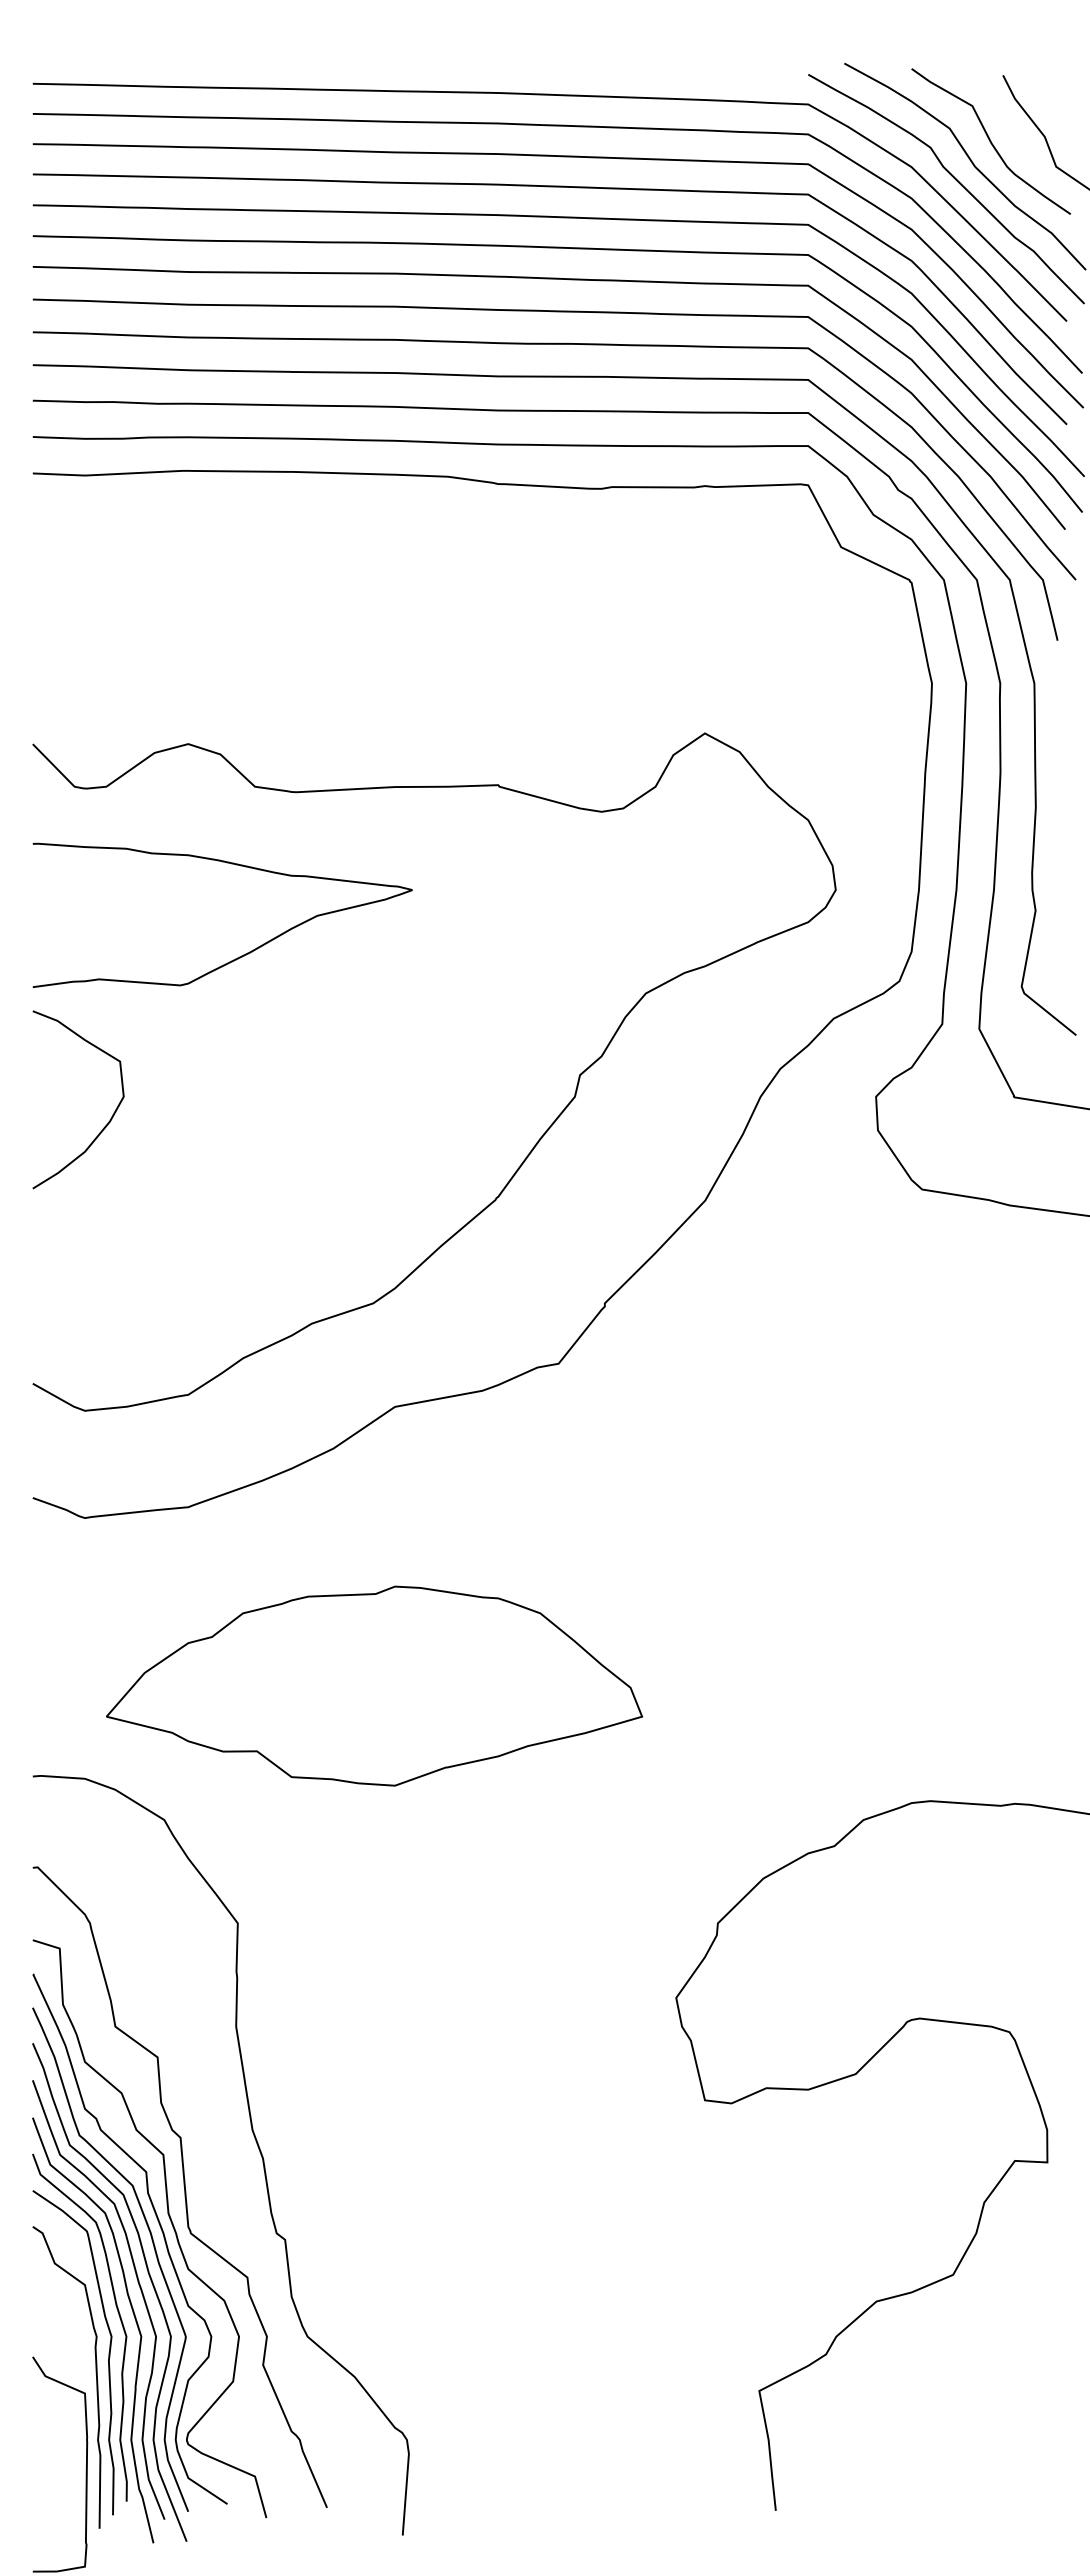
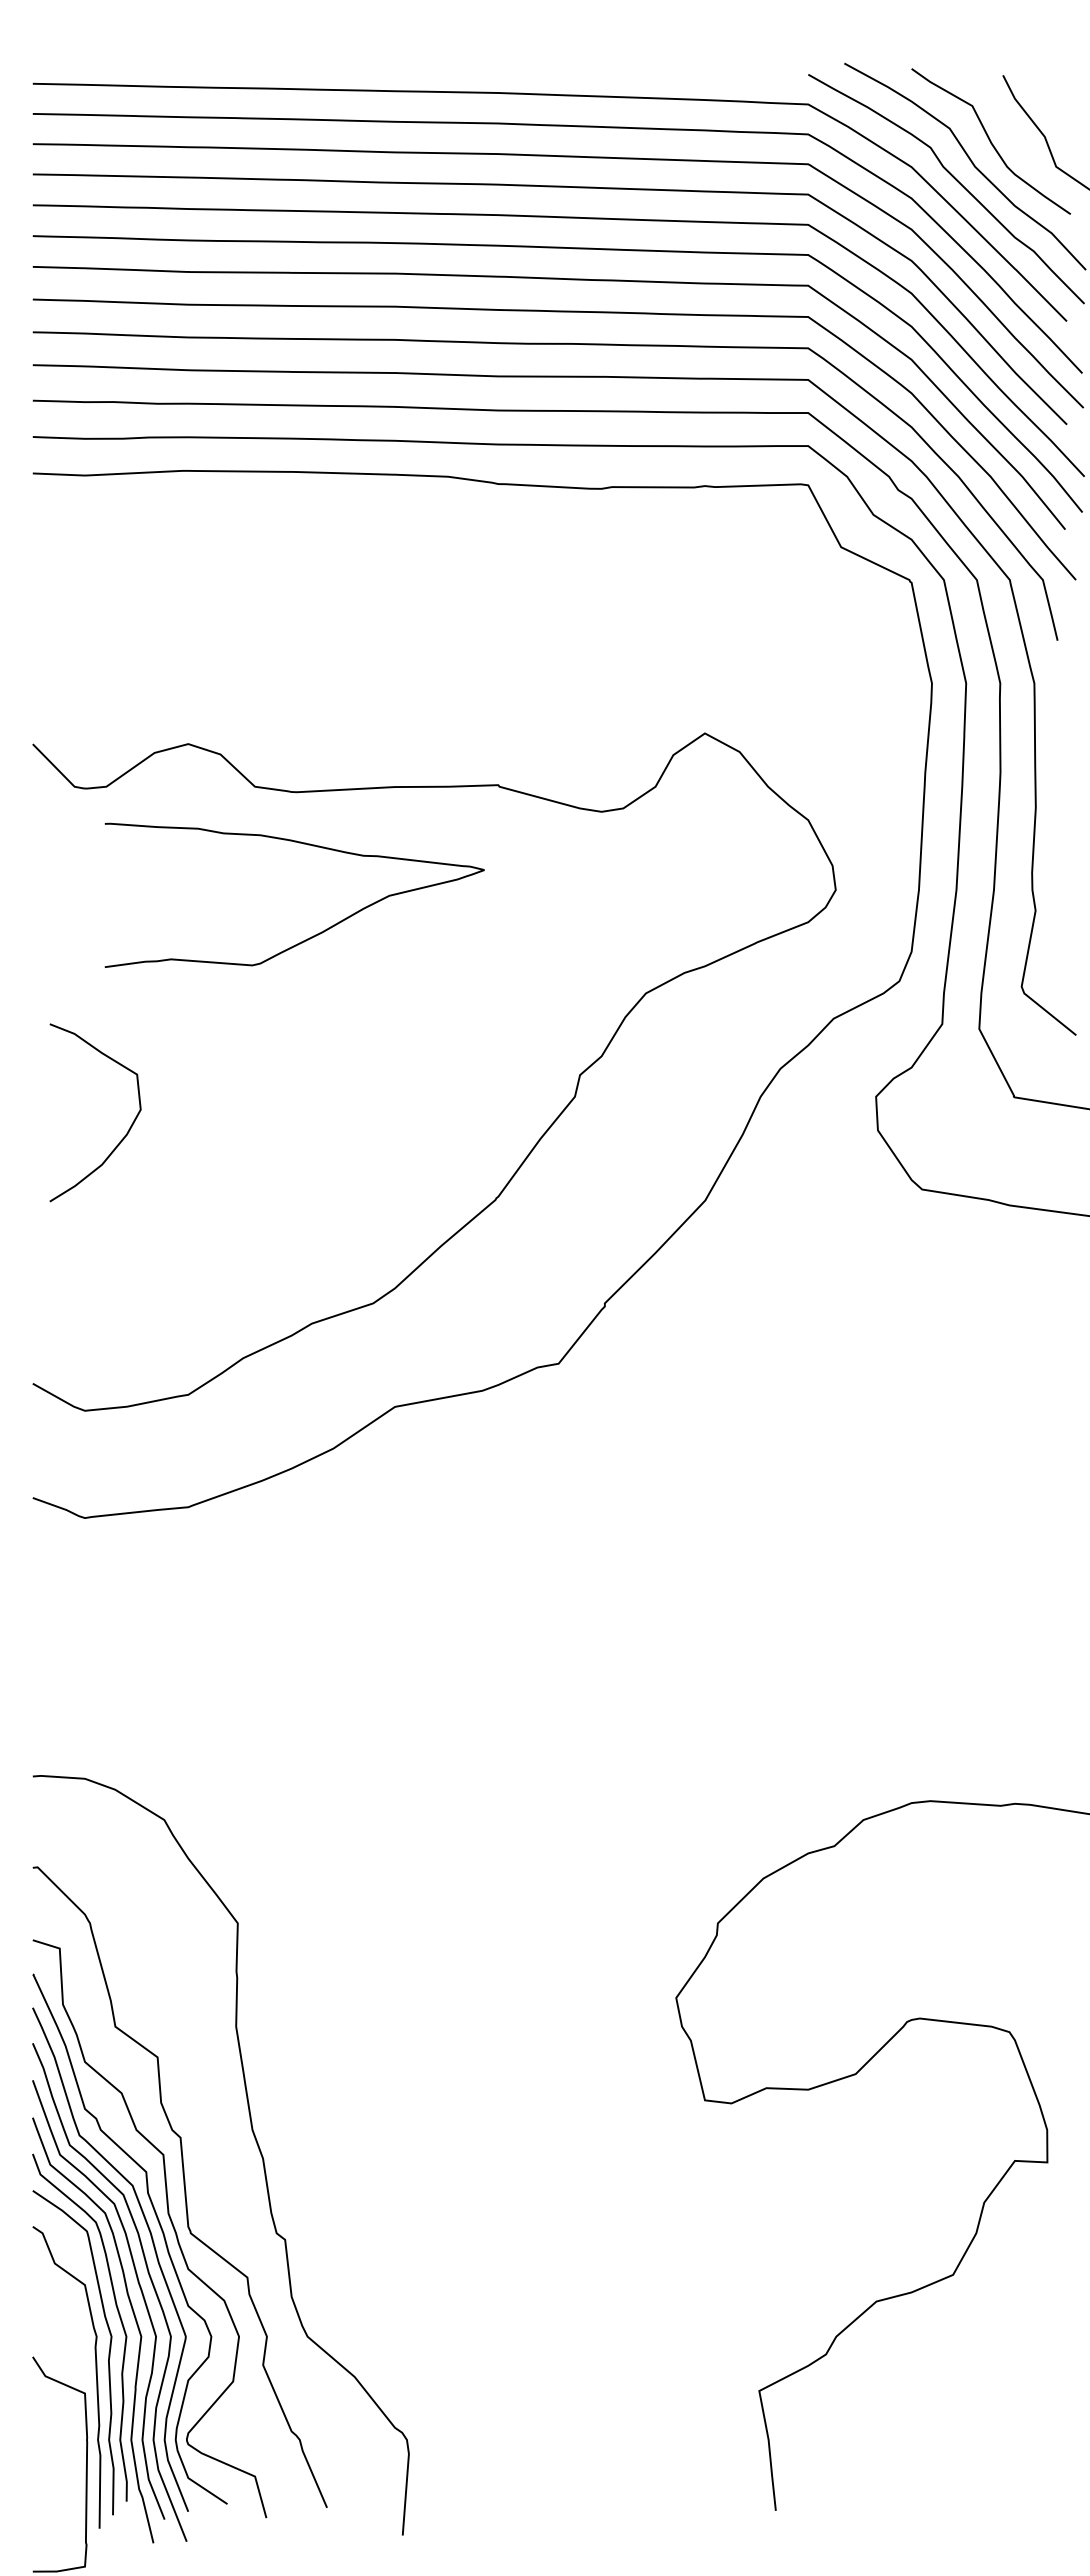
curve at (243, 954) position: (243, 954) -> (315, 934)
curve at (107, 1122) position: (107, 1122) -> (124, 1135)
part at (374, 1685): present -> none
